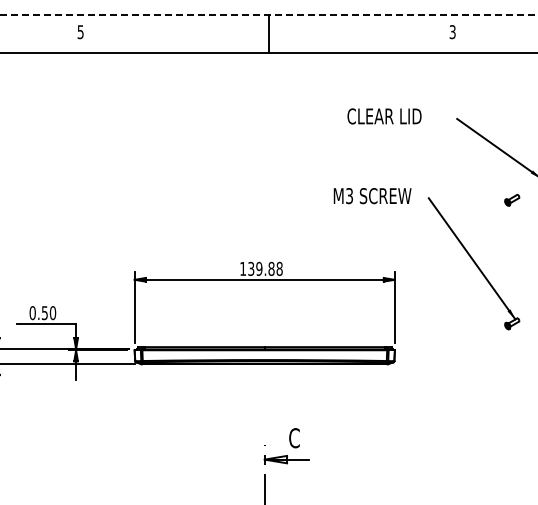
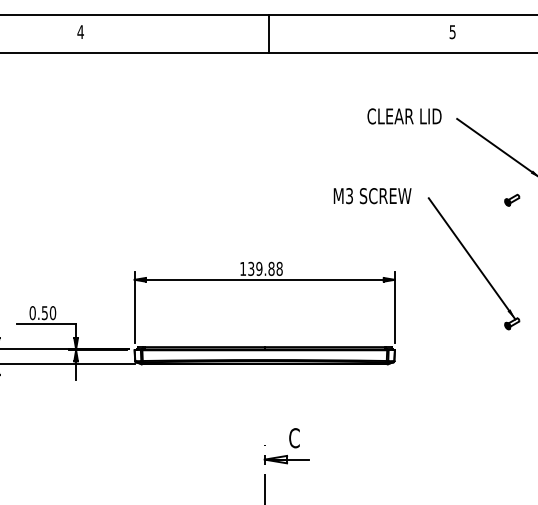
line at (268, 15): dashed -> solid
text at (452, 31): 3 -> 5
text at (80, 32): 5 -> 4
text at (384, 116) position: (384, 116) -> (404, 116)
